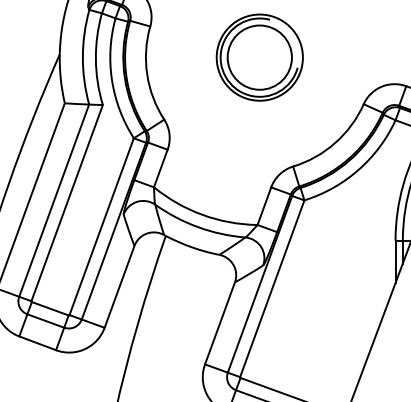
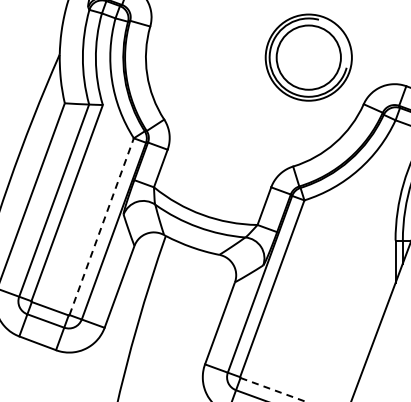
part at (259, 57) position: (259, 57) -> (308, 57)
line at (101, 226): solid -> dashed
line at (273, 389): solid -> dashed
